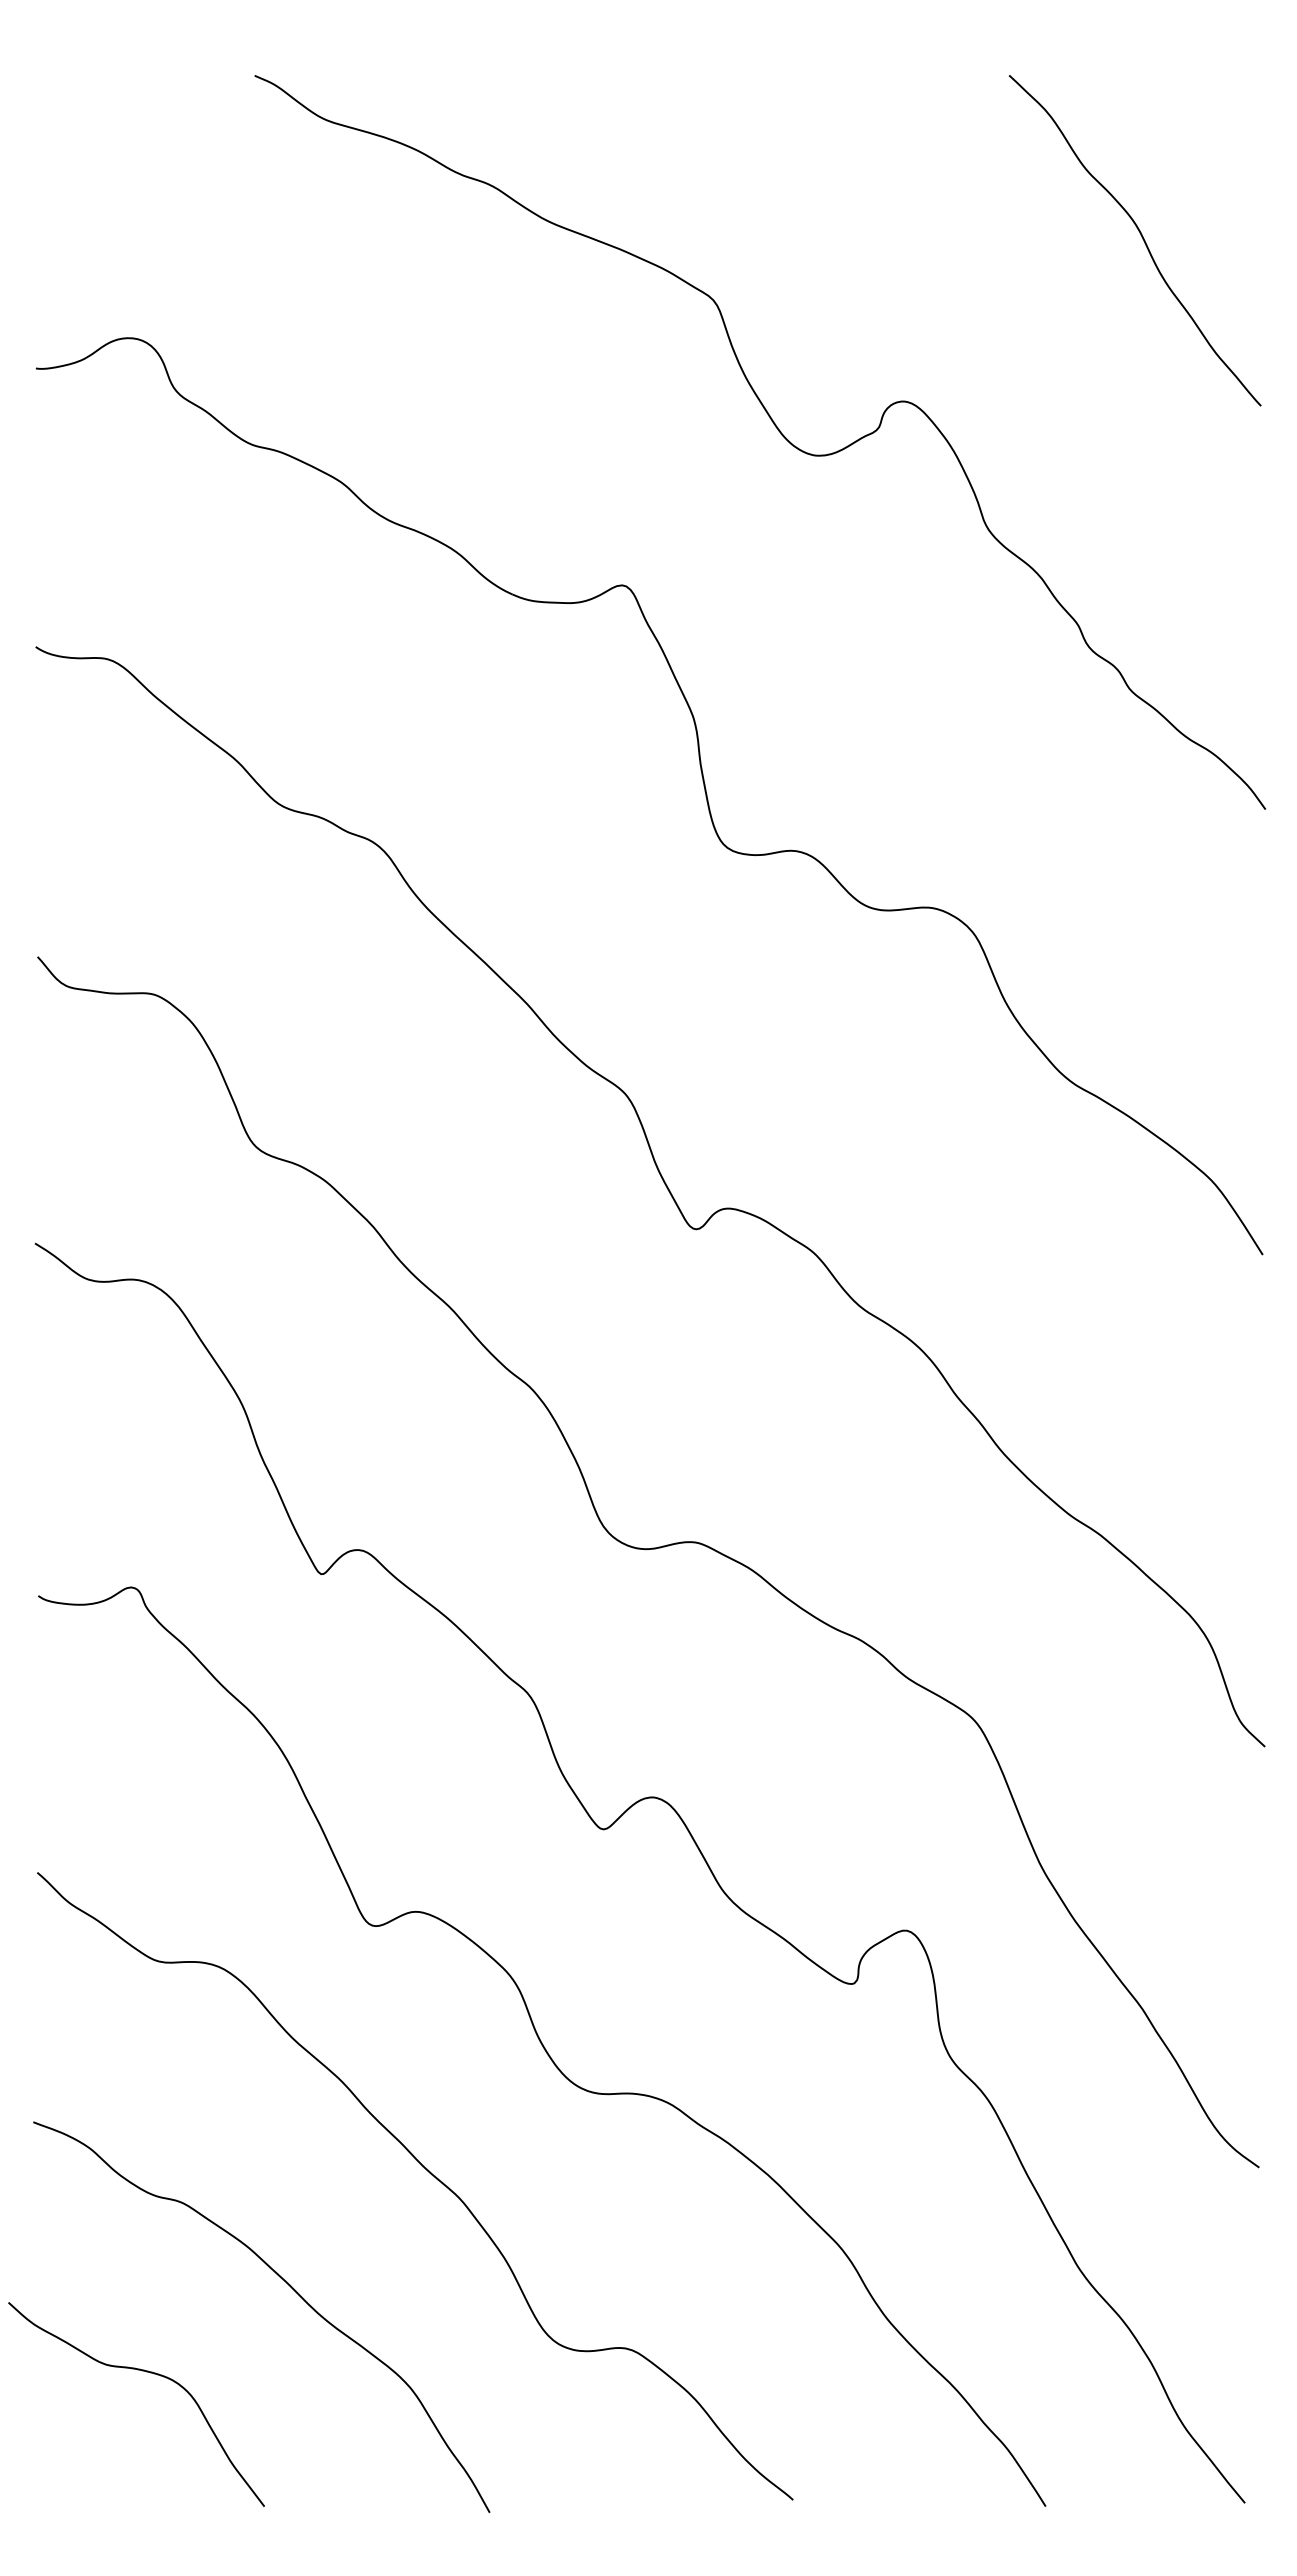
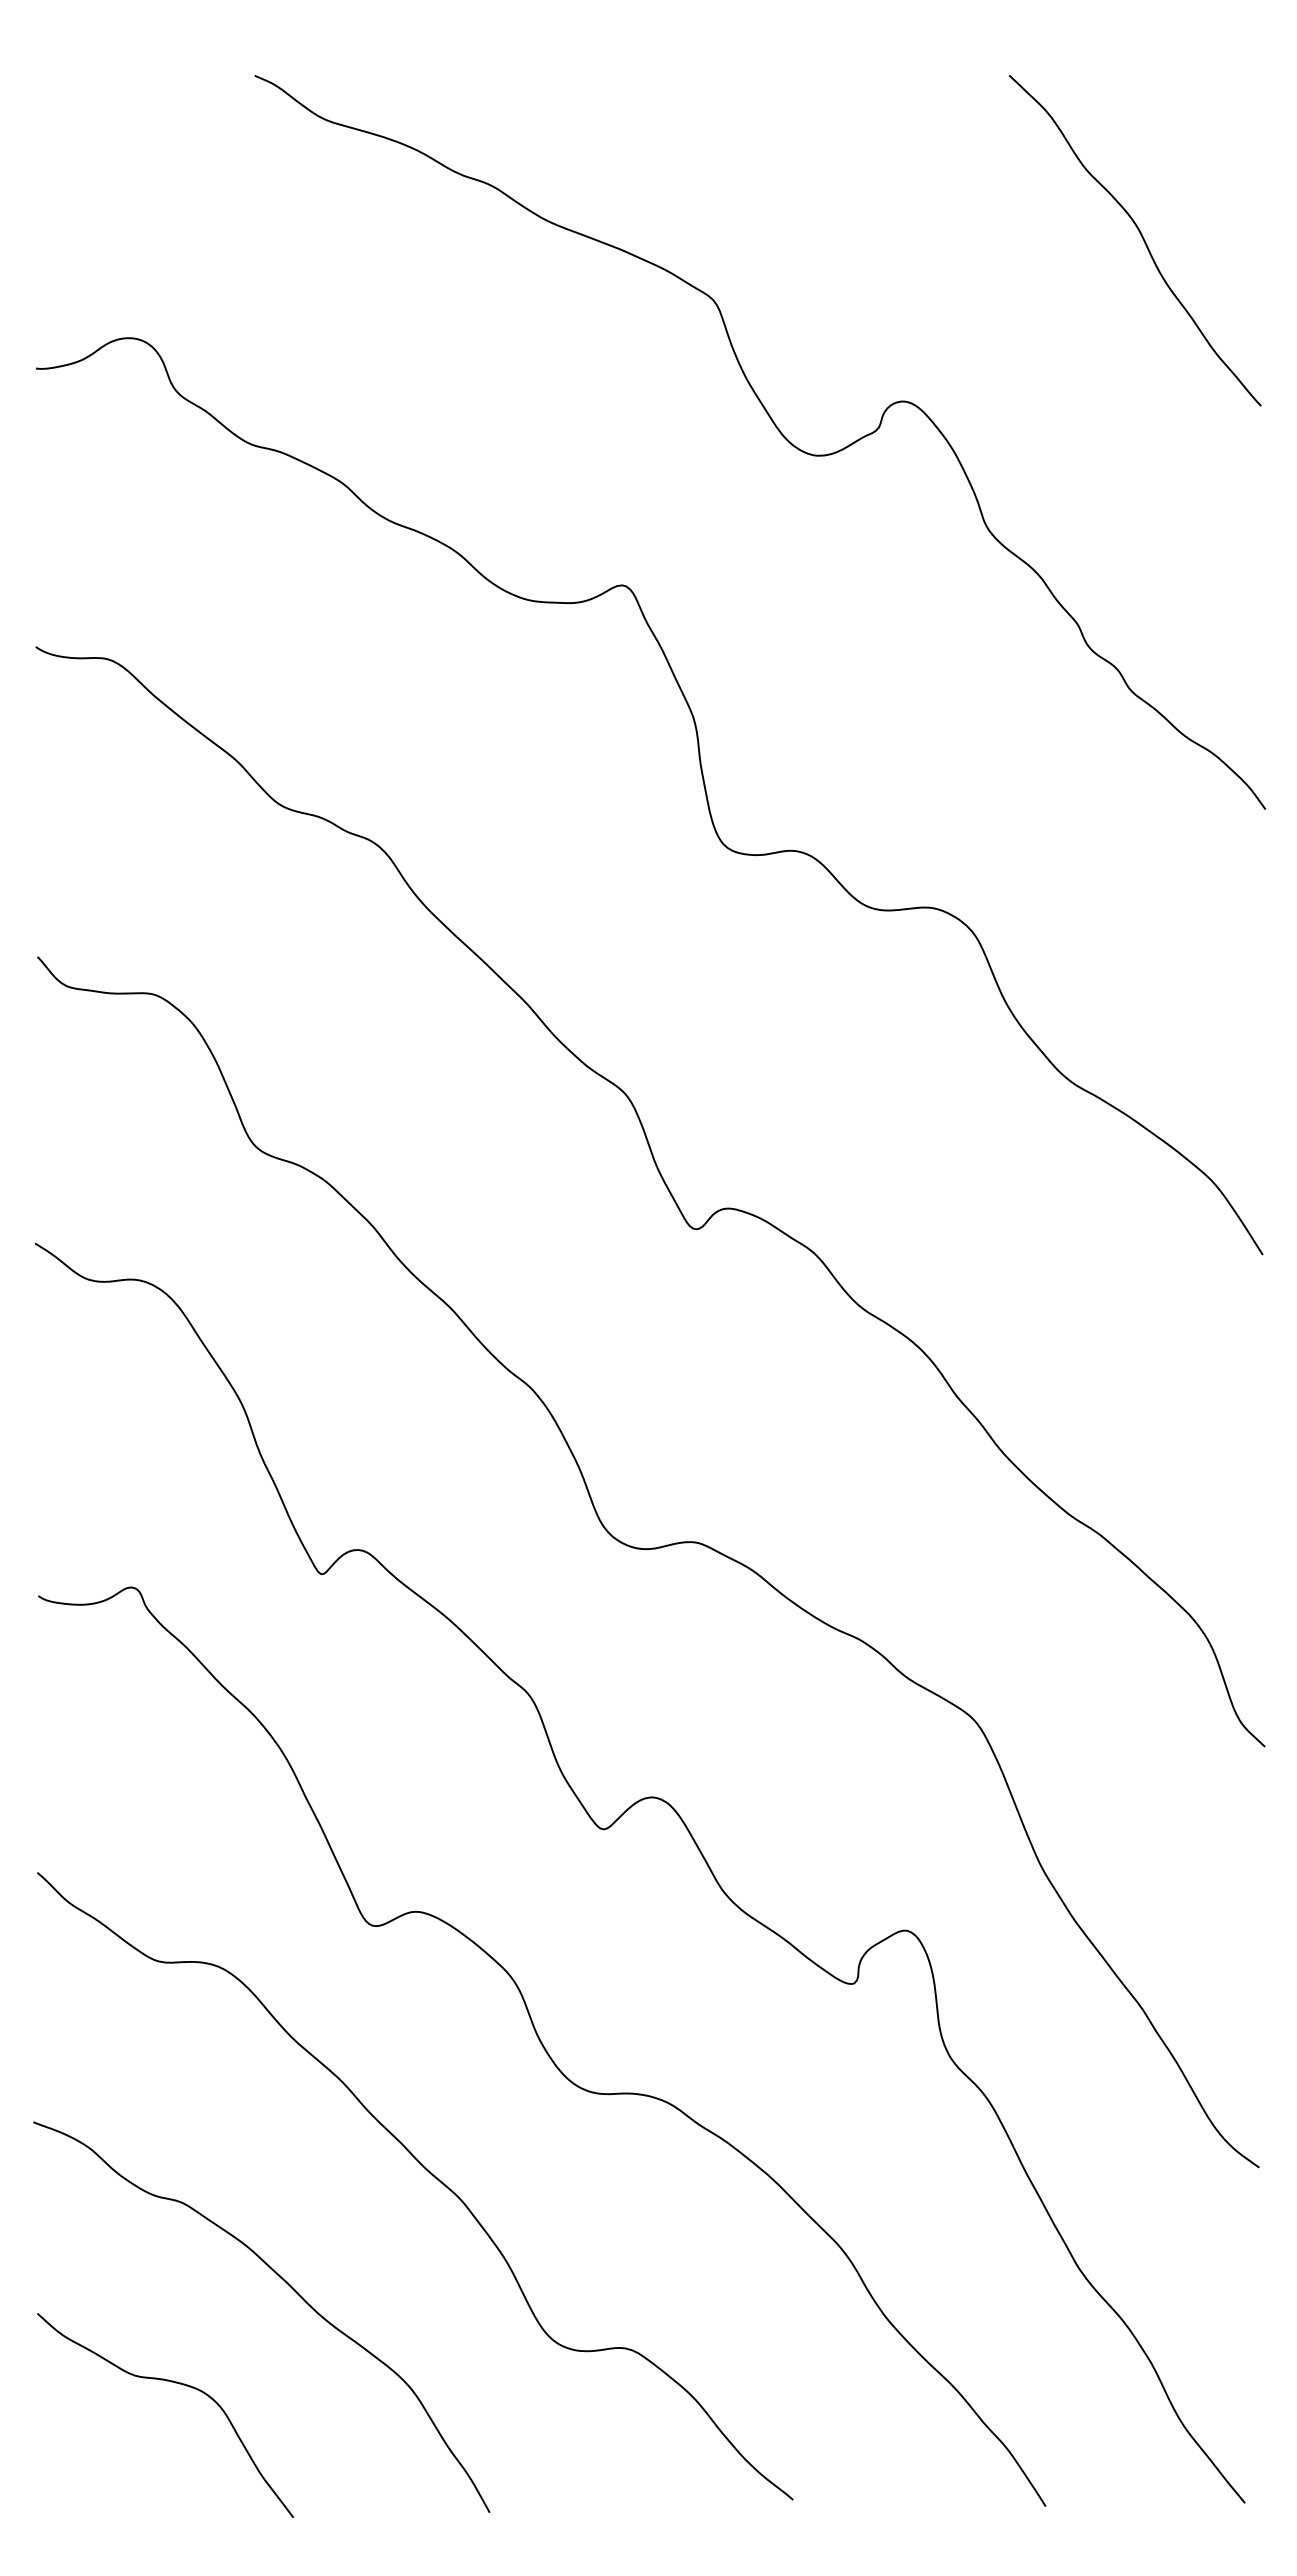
curve at (146, 2372) position: (146, 2372) -> (175, 2383)
